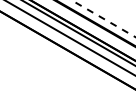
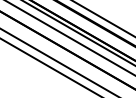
line at (103, 18): dashed -> solid
line at (58, 61): none -> present
line at (49, 66): none -> present
